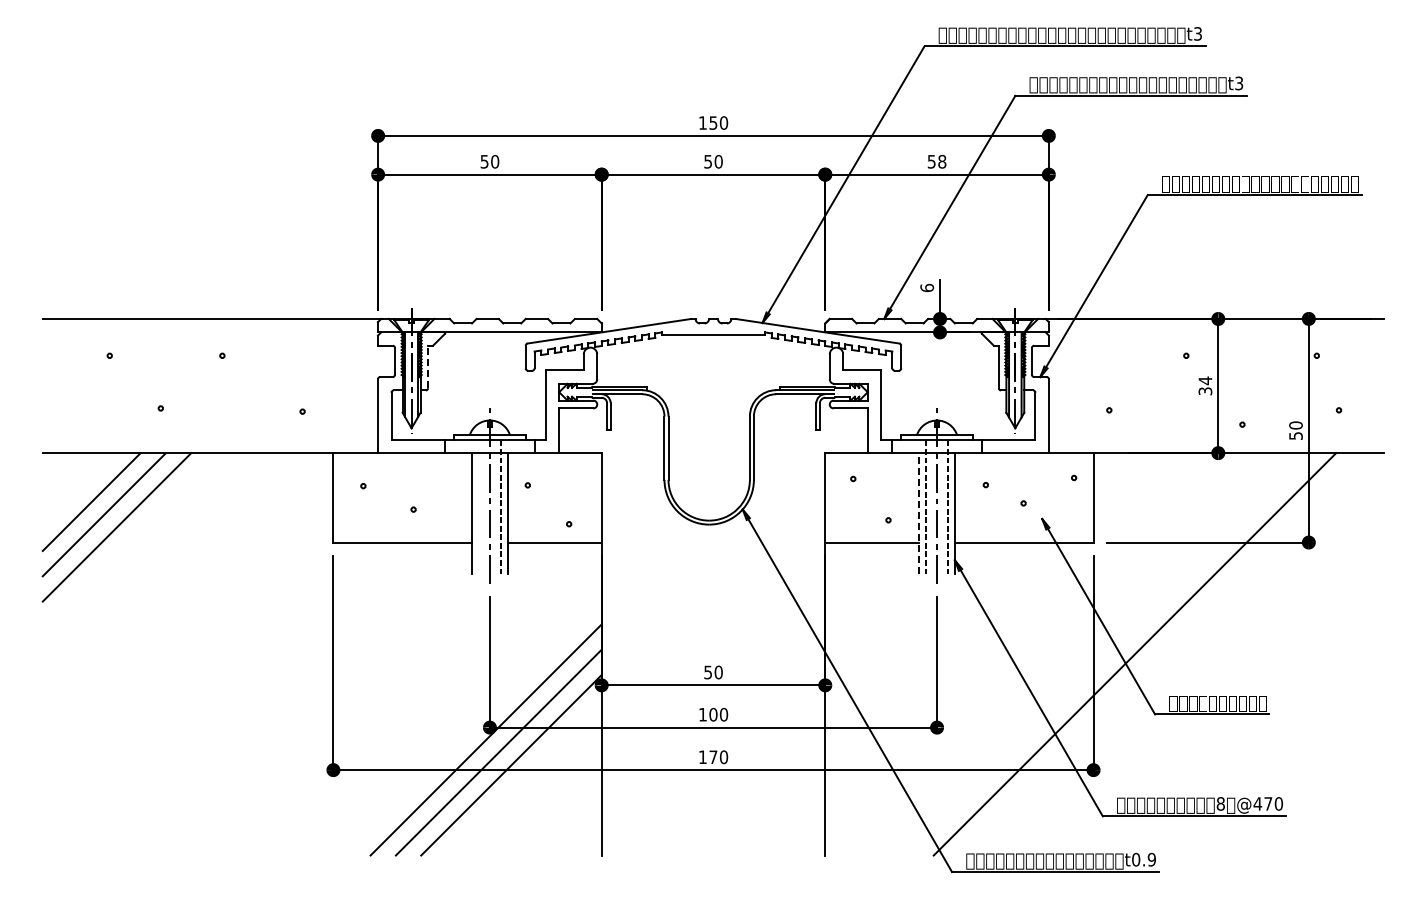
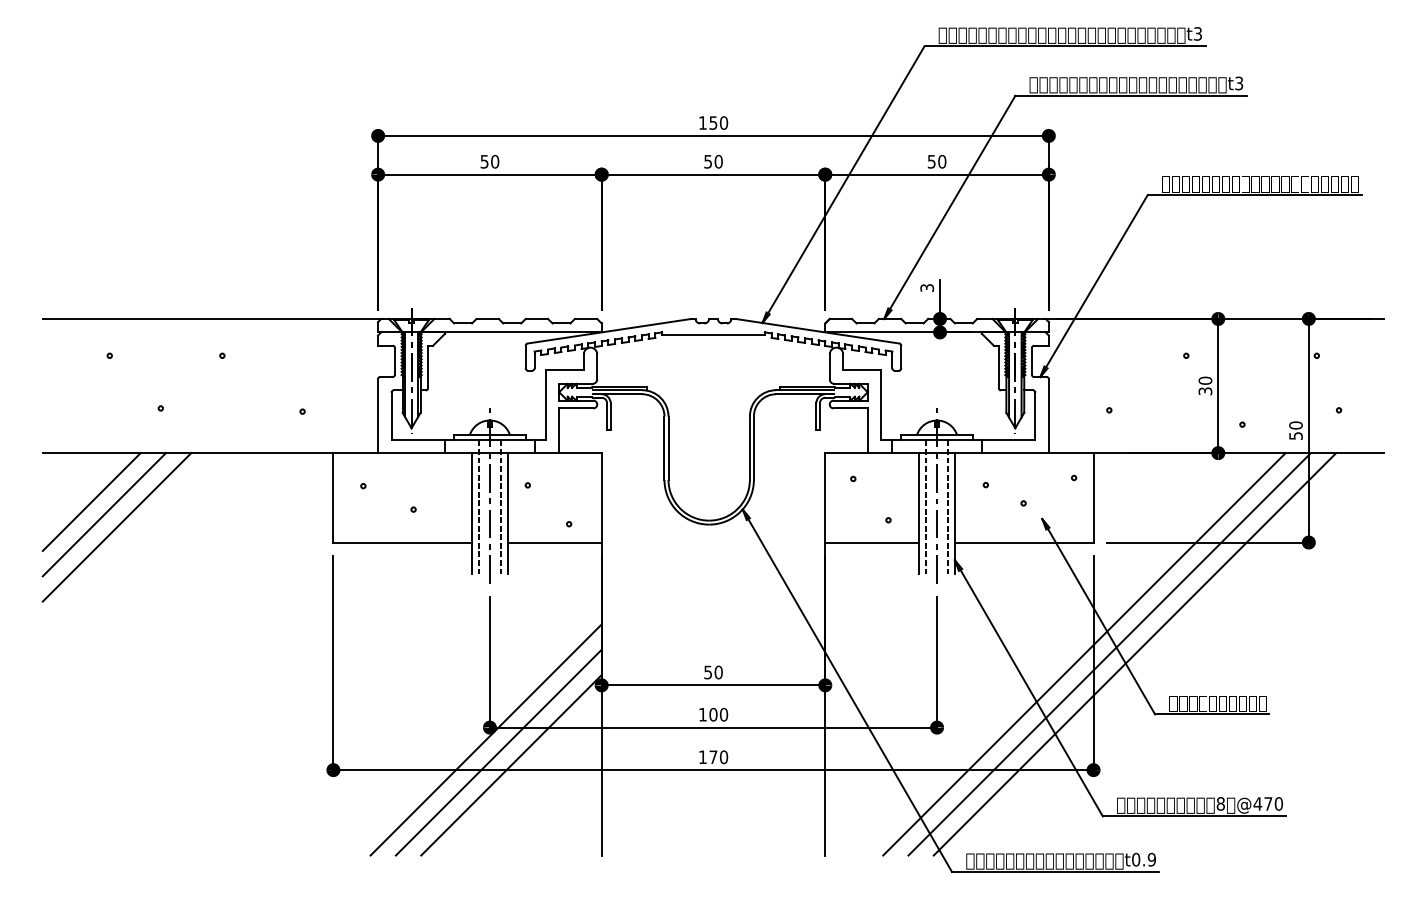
text at (942, 161): 58 -> 50
text at (927, 287): 6 -> 3
line at (428, 366): dashed -> solid
text at (1205, 380): 34 -> 30
line at (478, 506): none -> present
line at (919, 513): dashed -> solid
line at (1084, 654): none -> present
line at (1109, 654): none -> present
